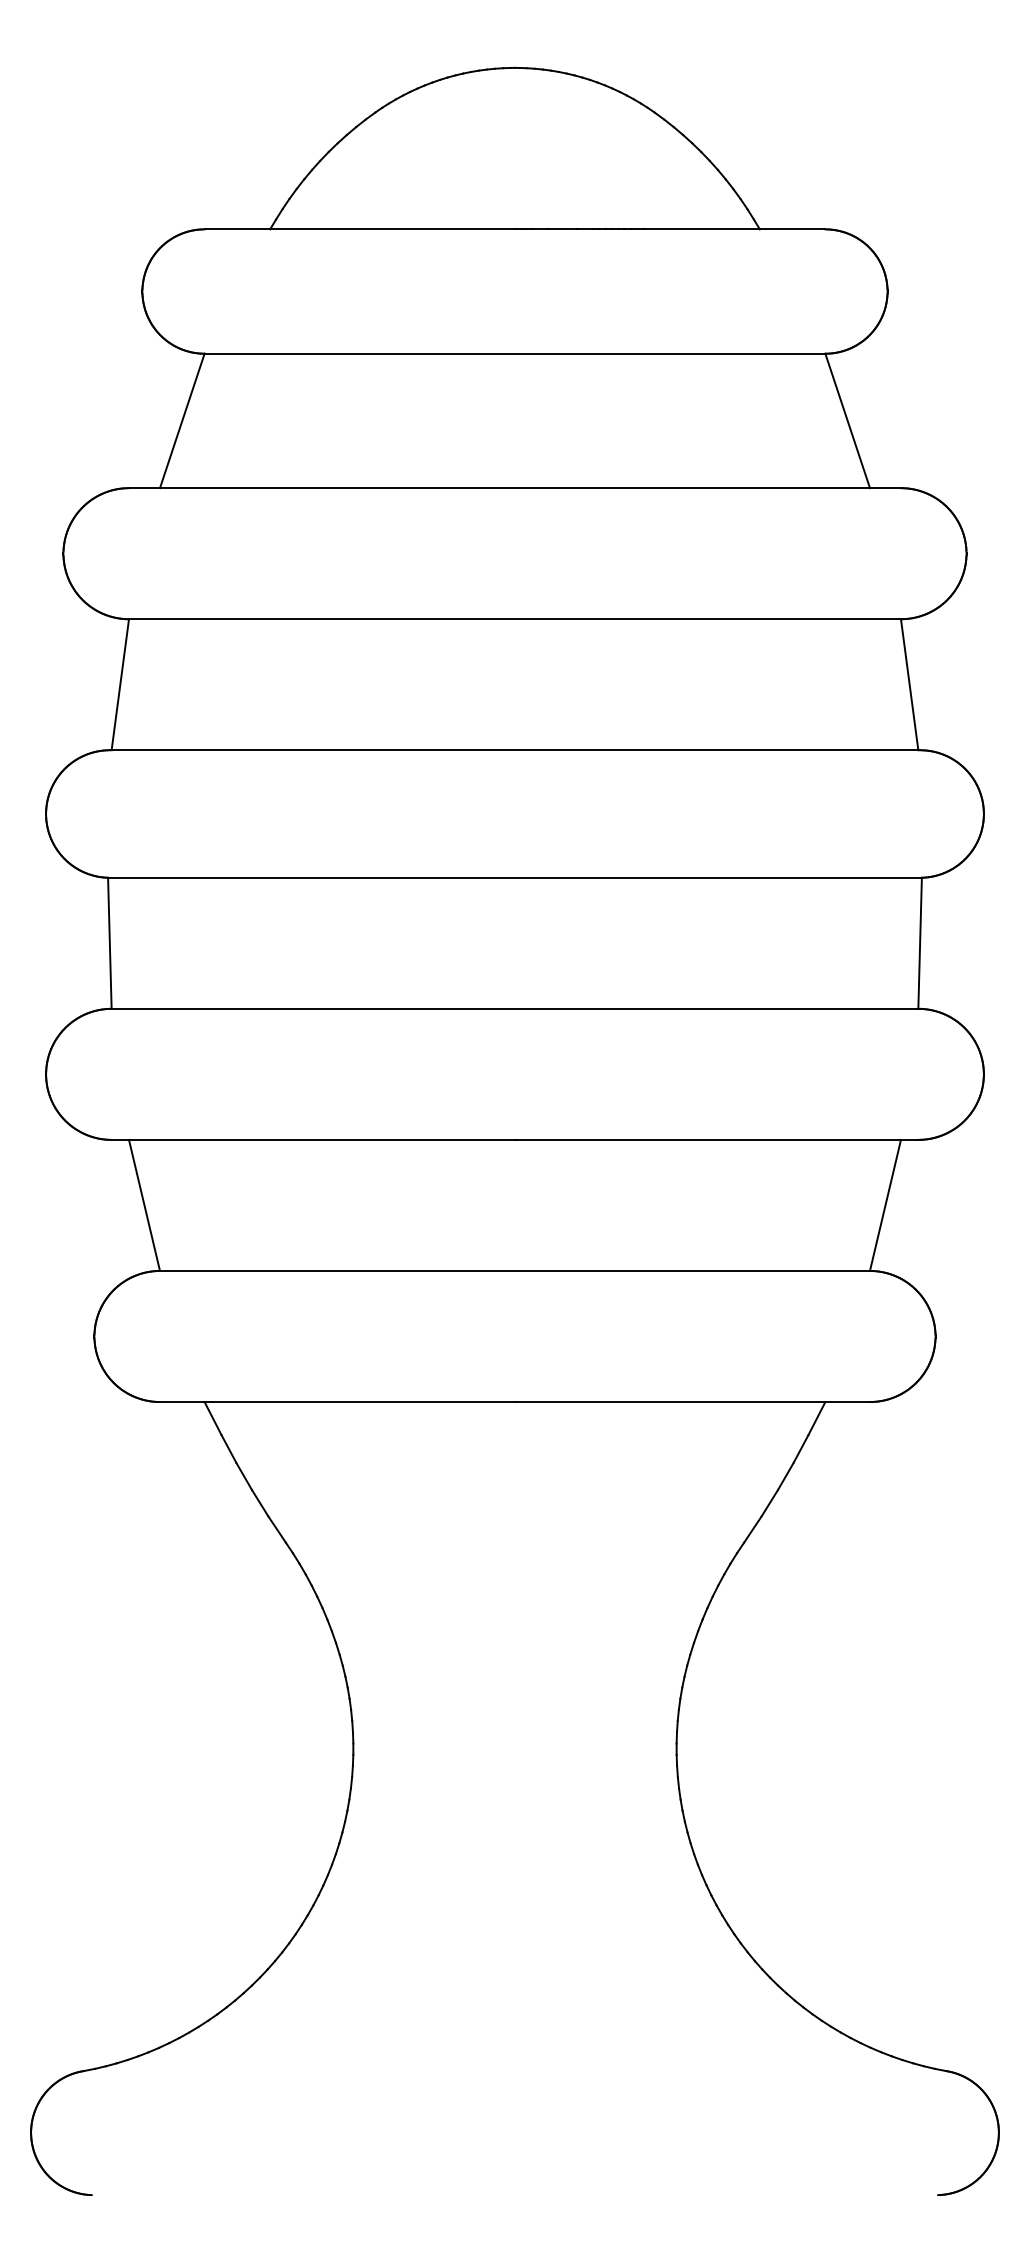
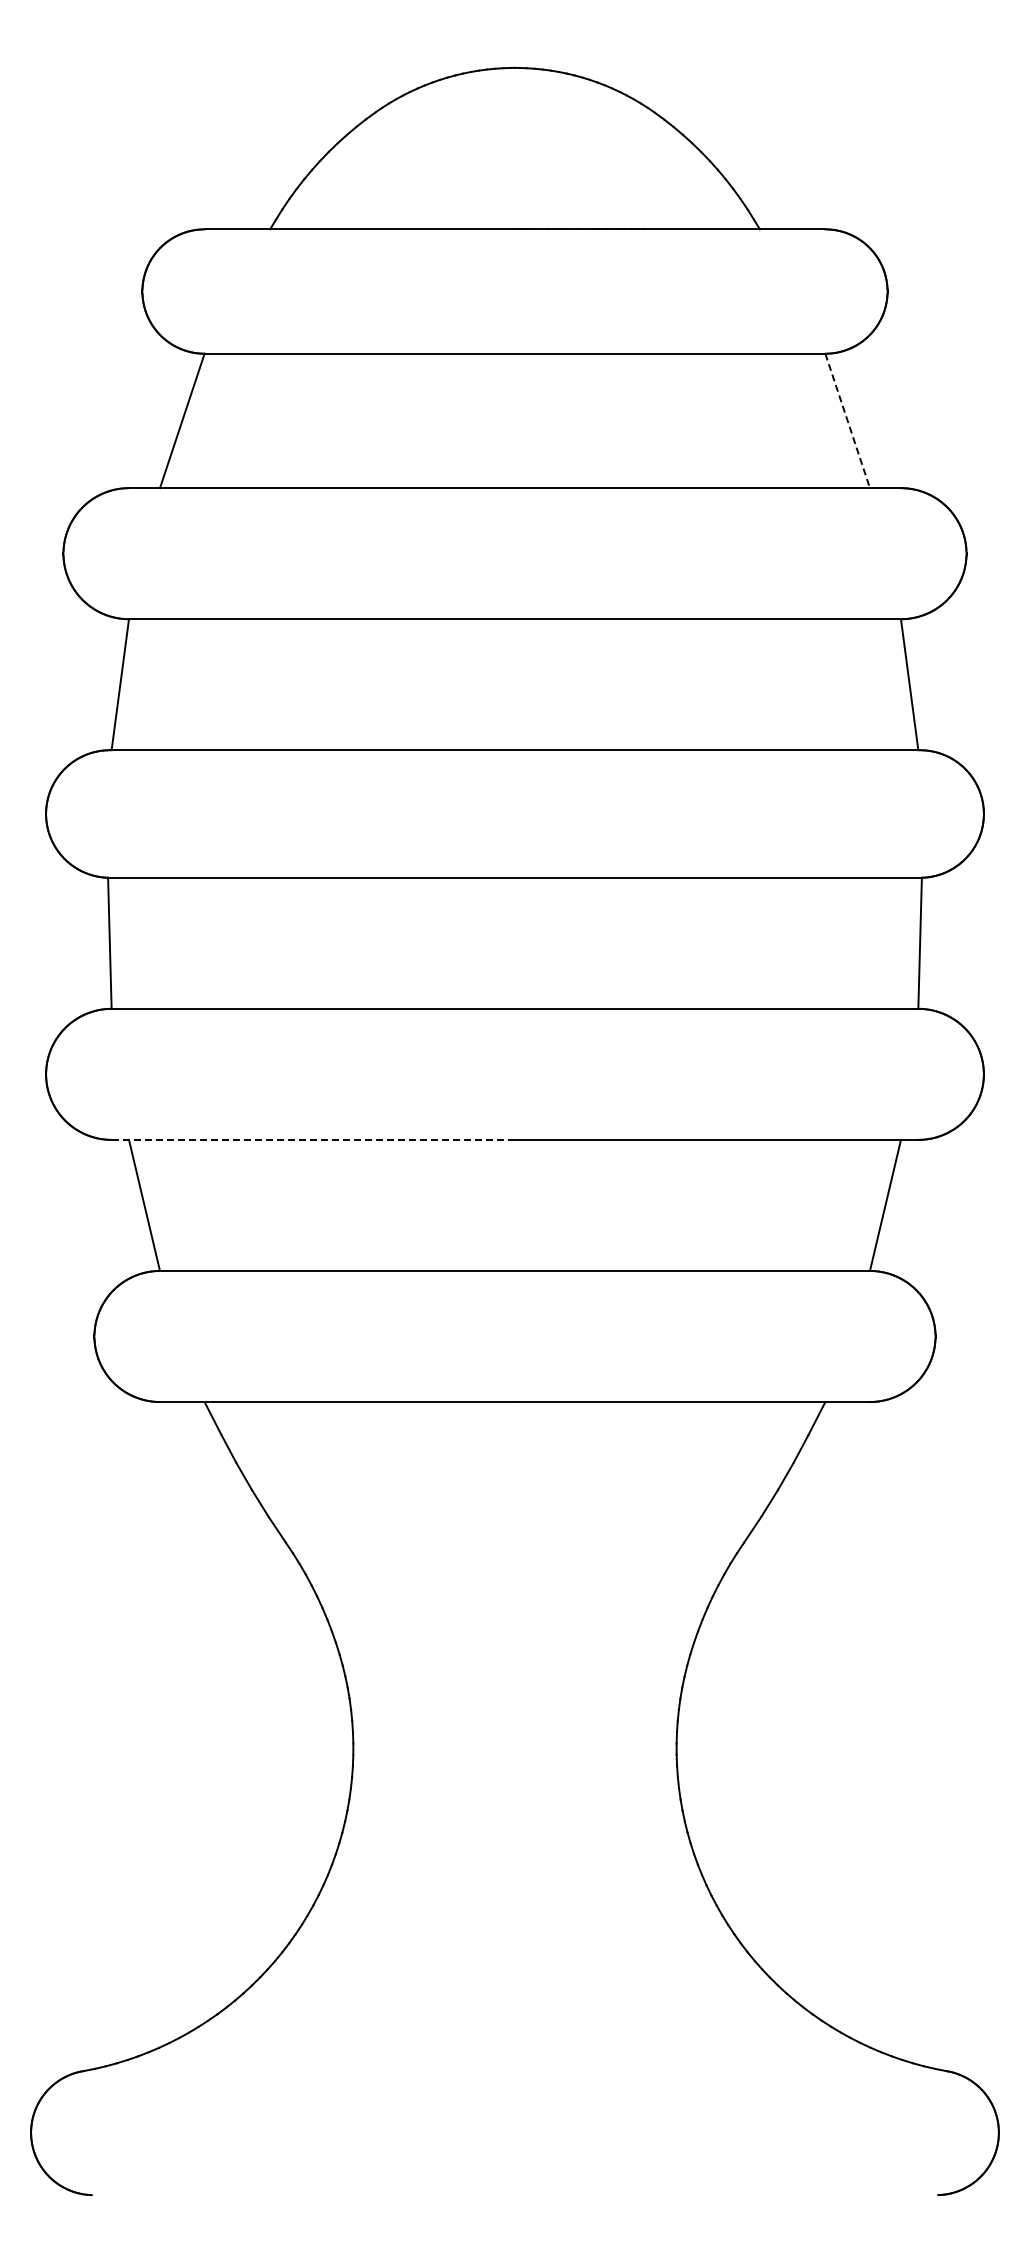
line at (847, 420): solid -> dashed
line at (313, 1139): solid -> dashed
